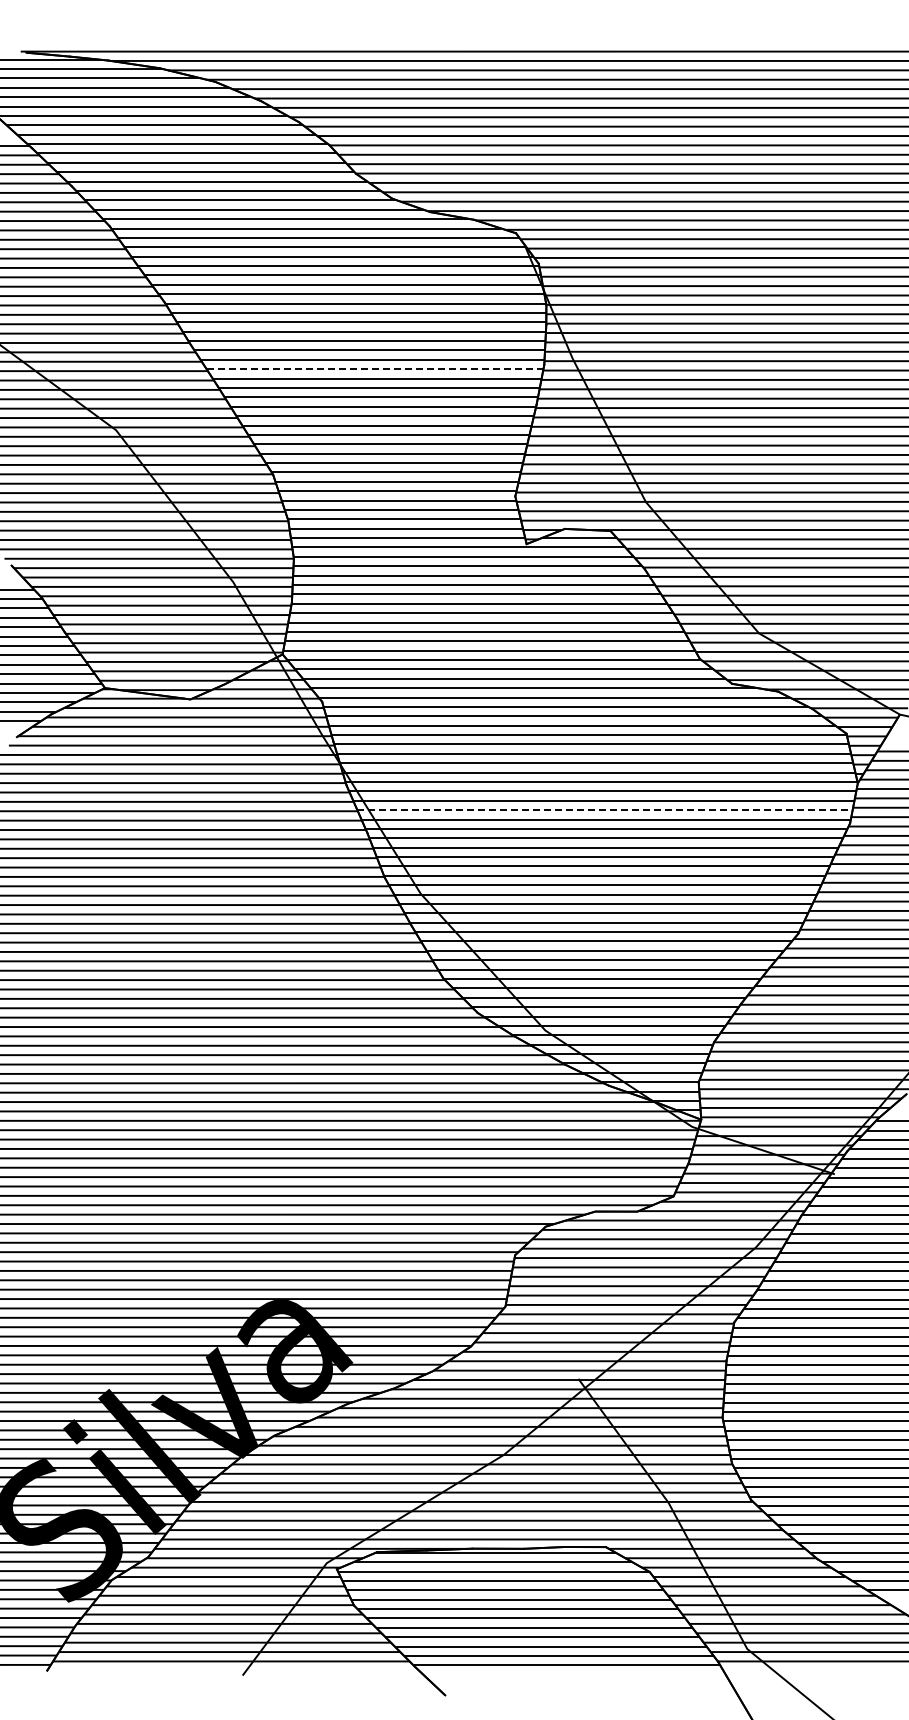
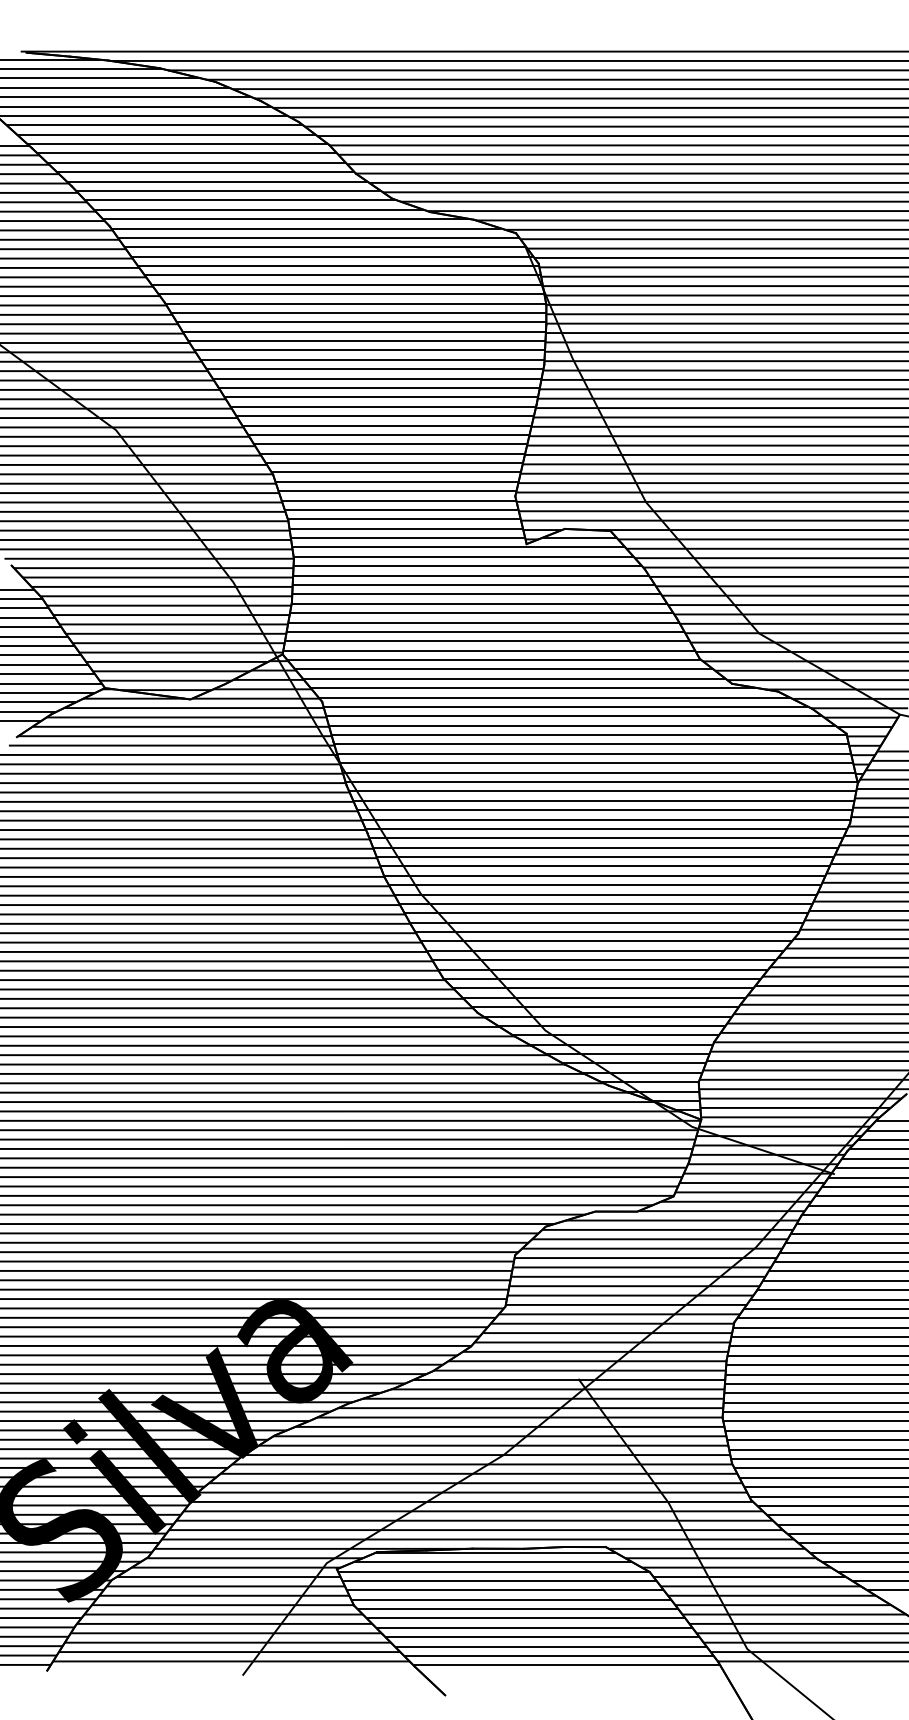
line at (375, 369): dashed -> solid
line at (605, 810): dashed -> solid
